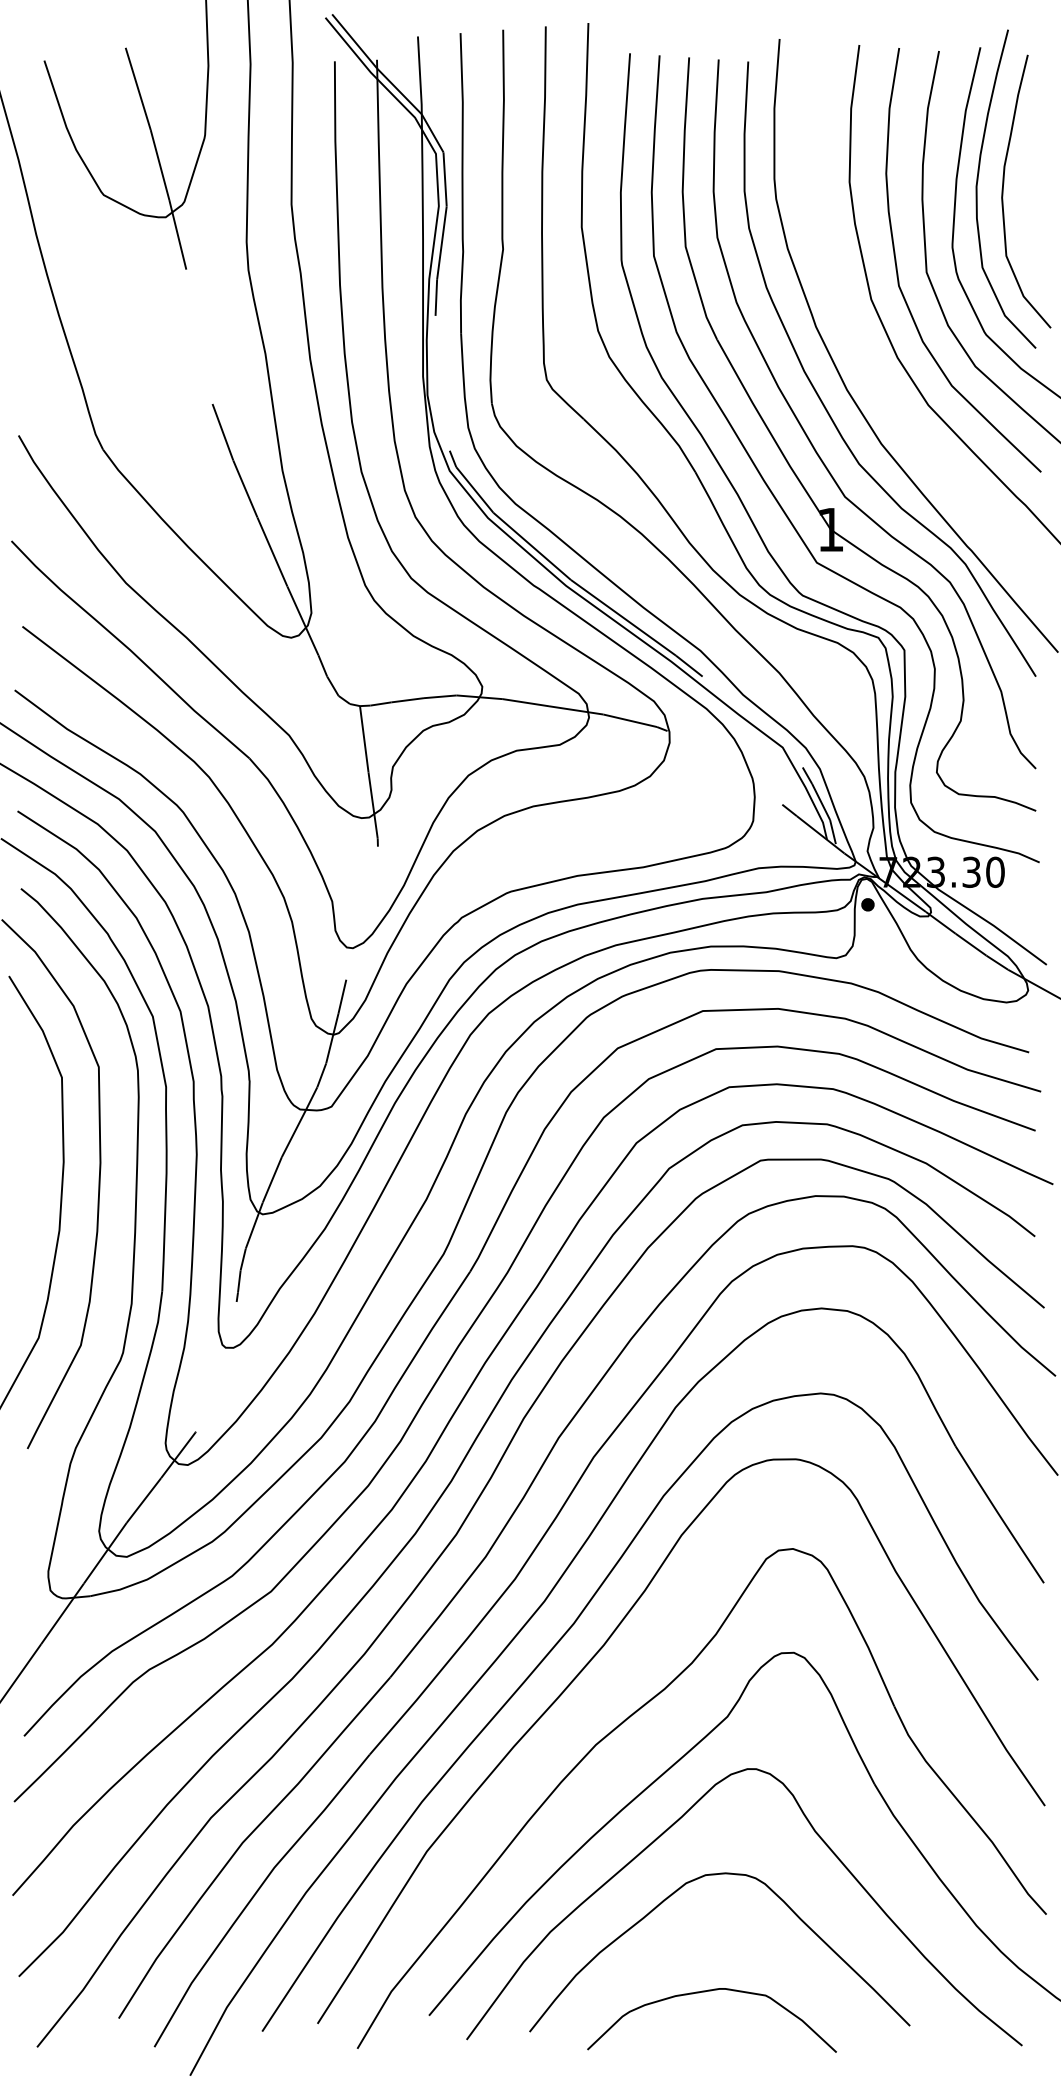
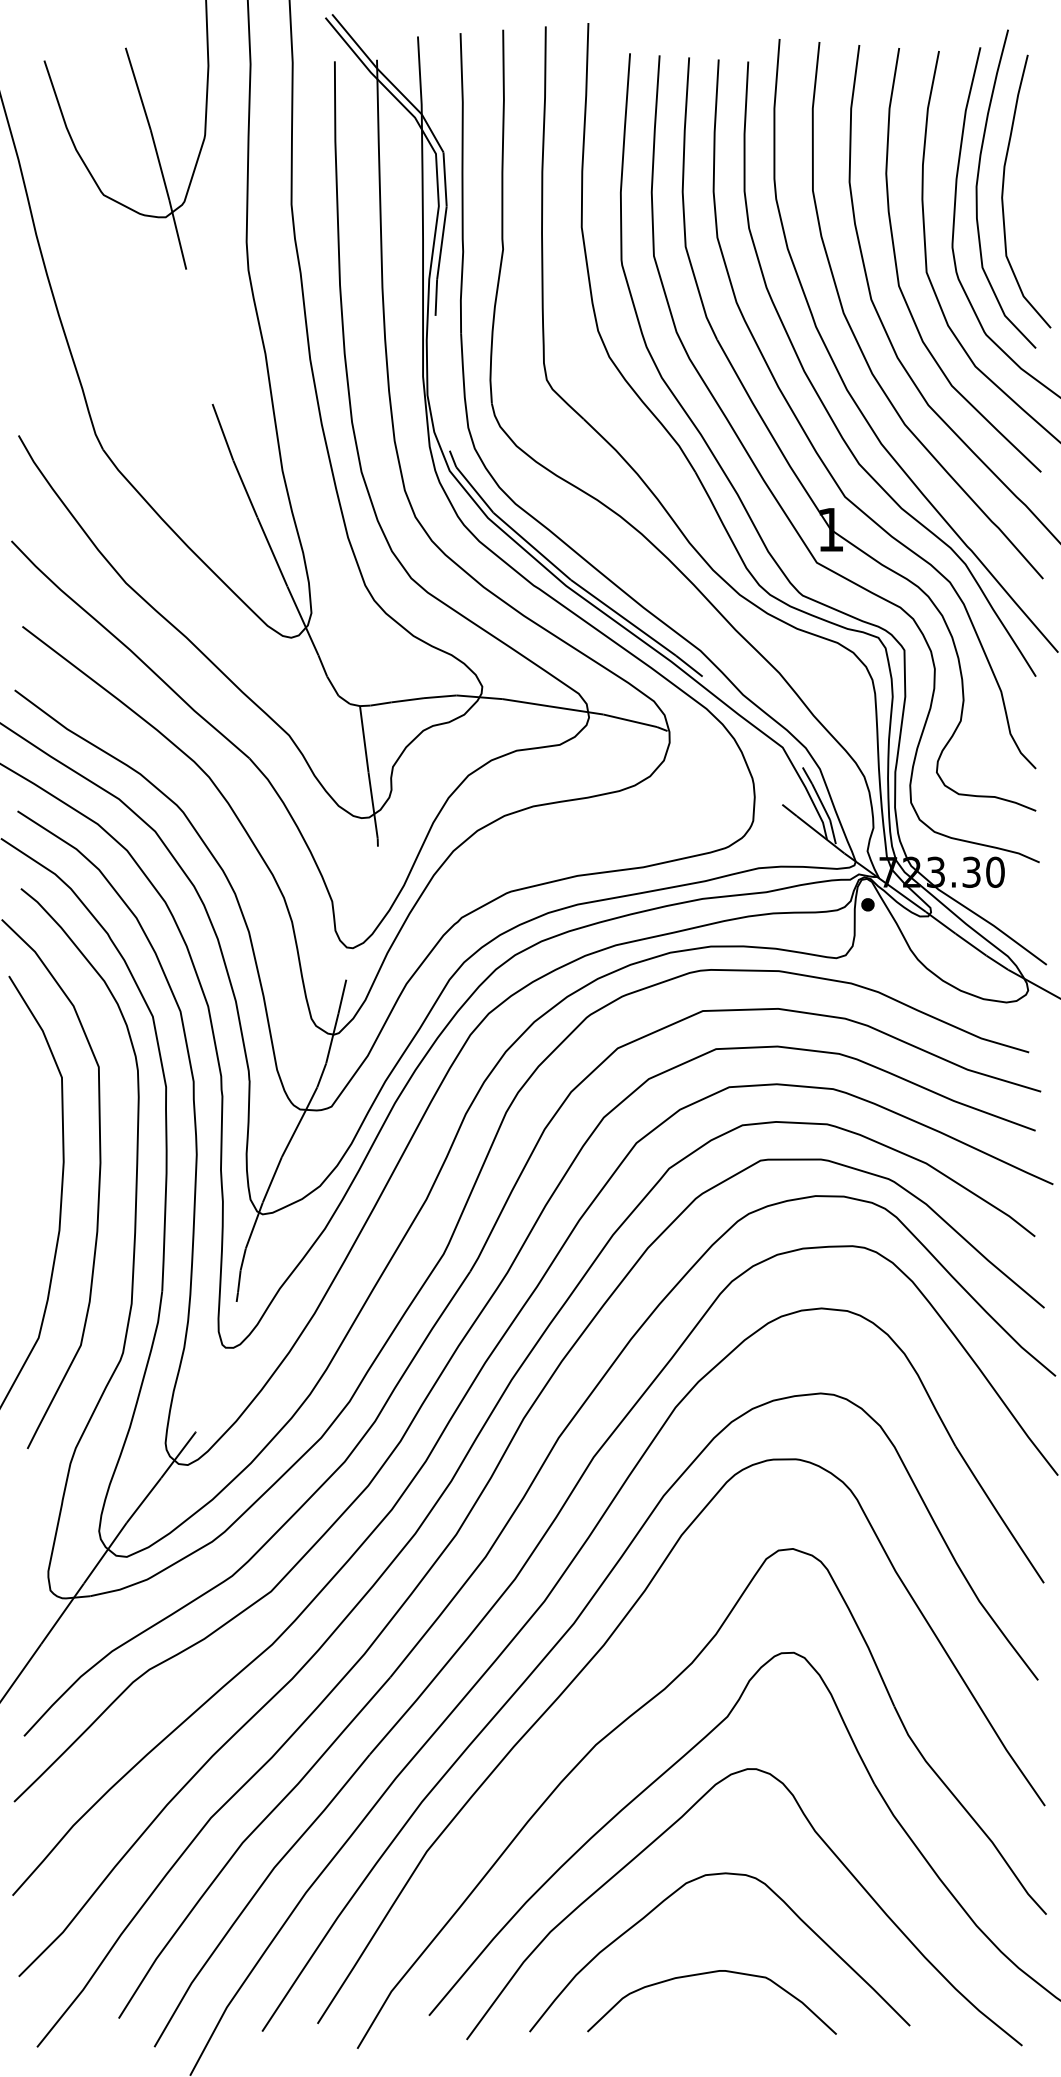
curve at (858, 341): none -> present
curve at (705, 1992) position: (705, 1992) -> (705, 1974)
